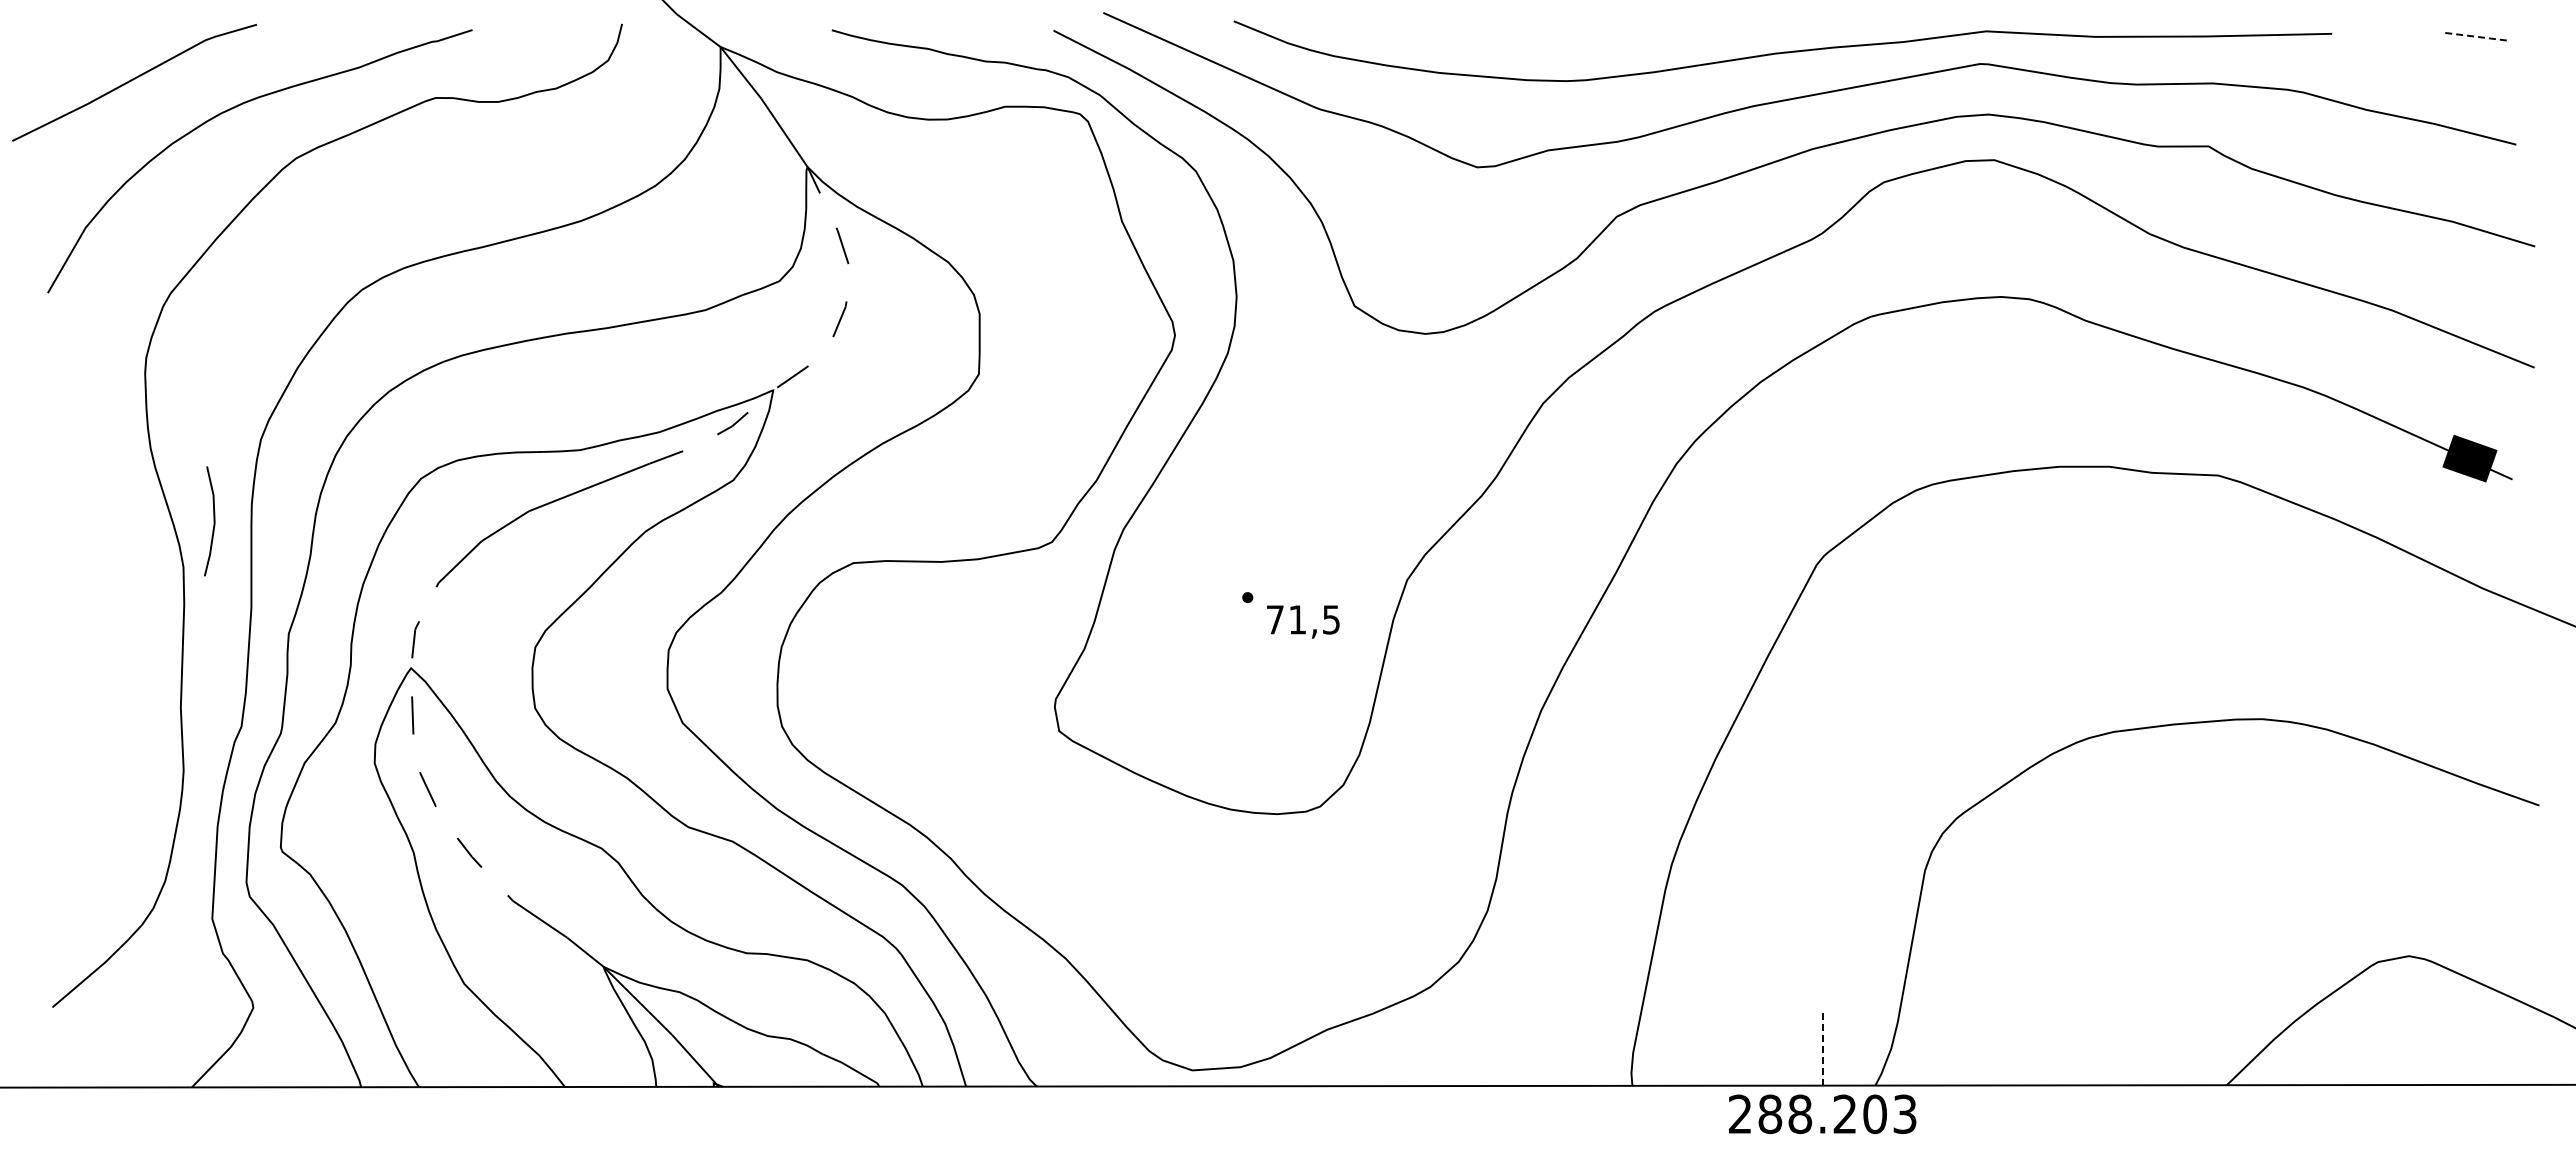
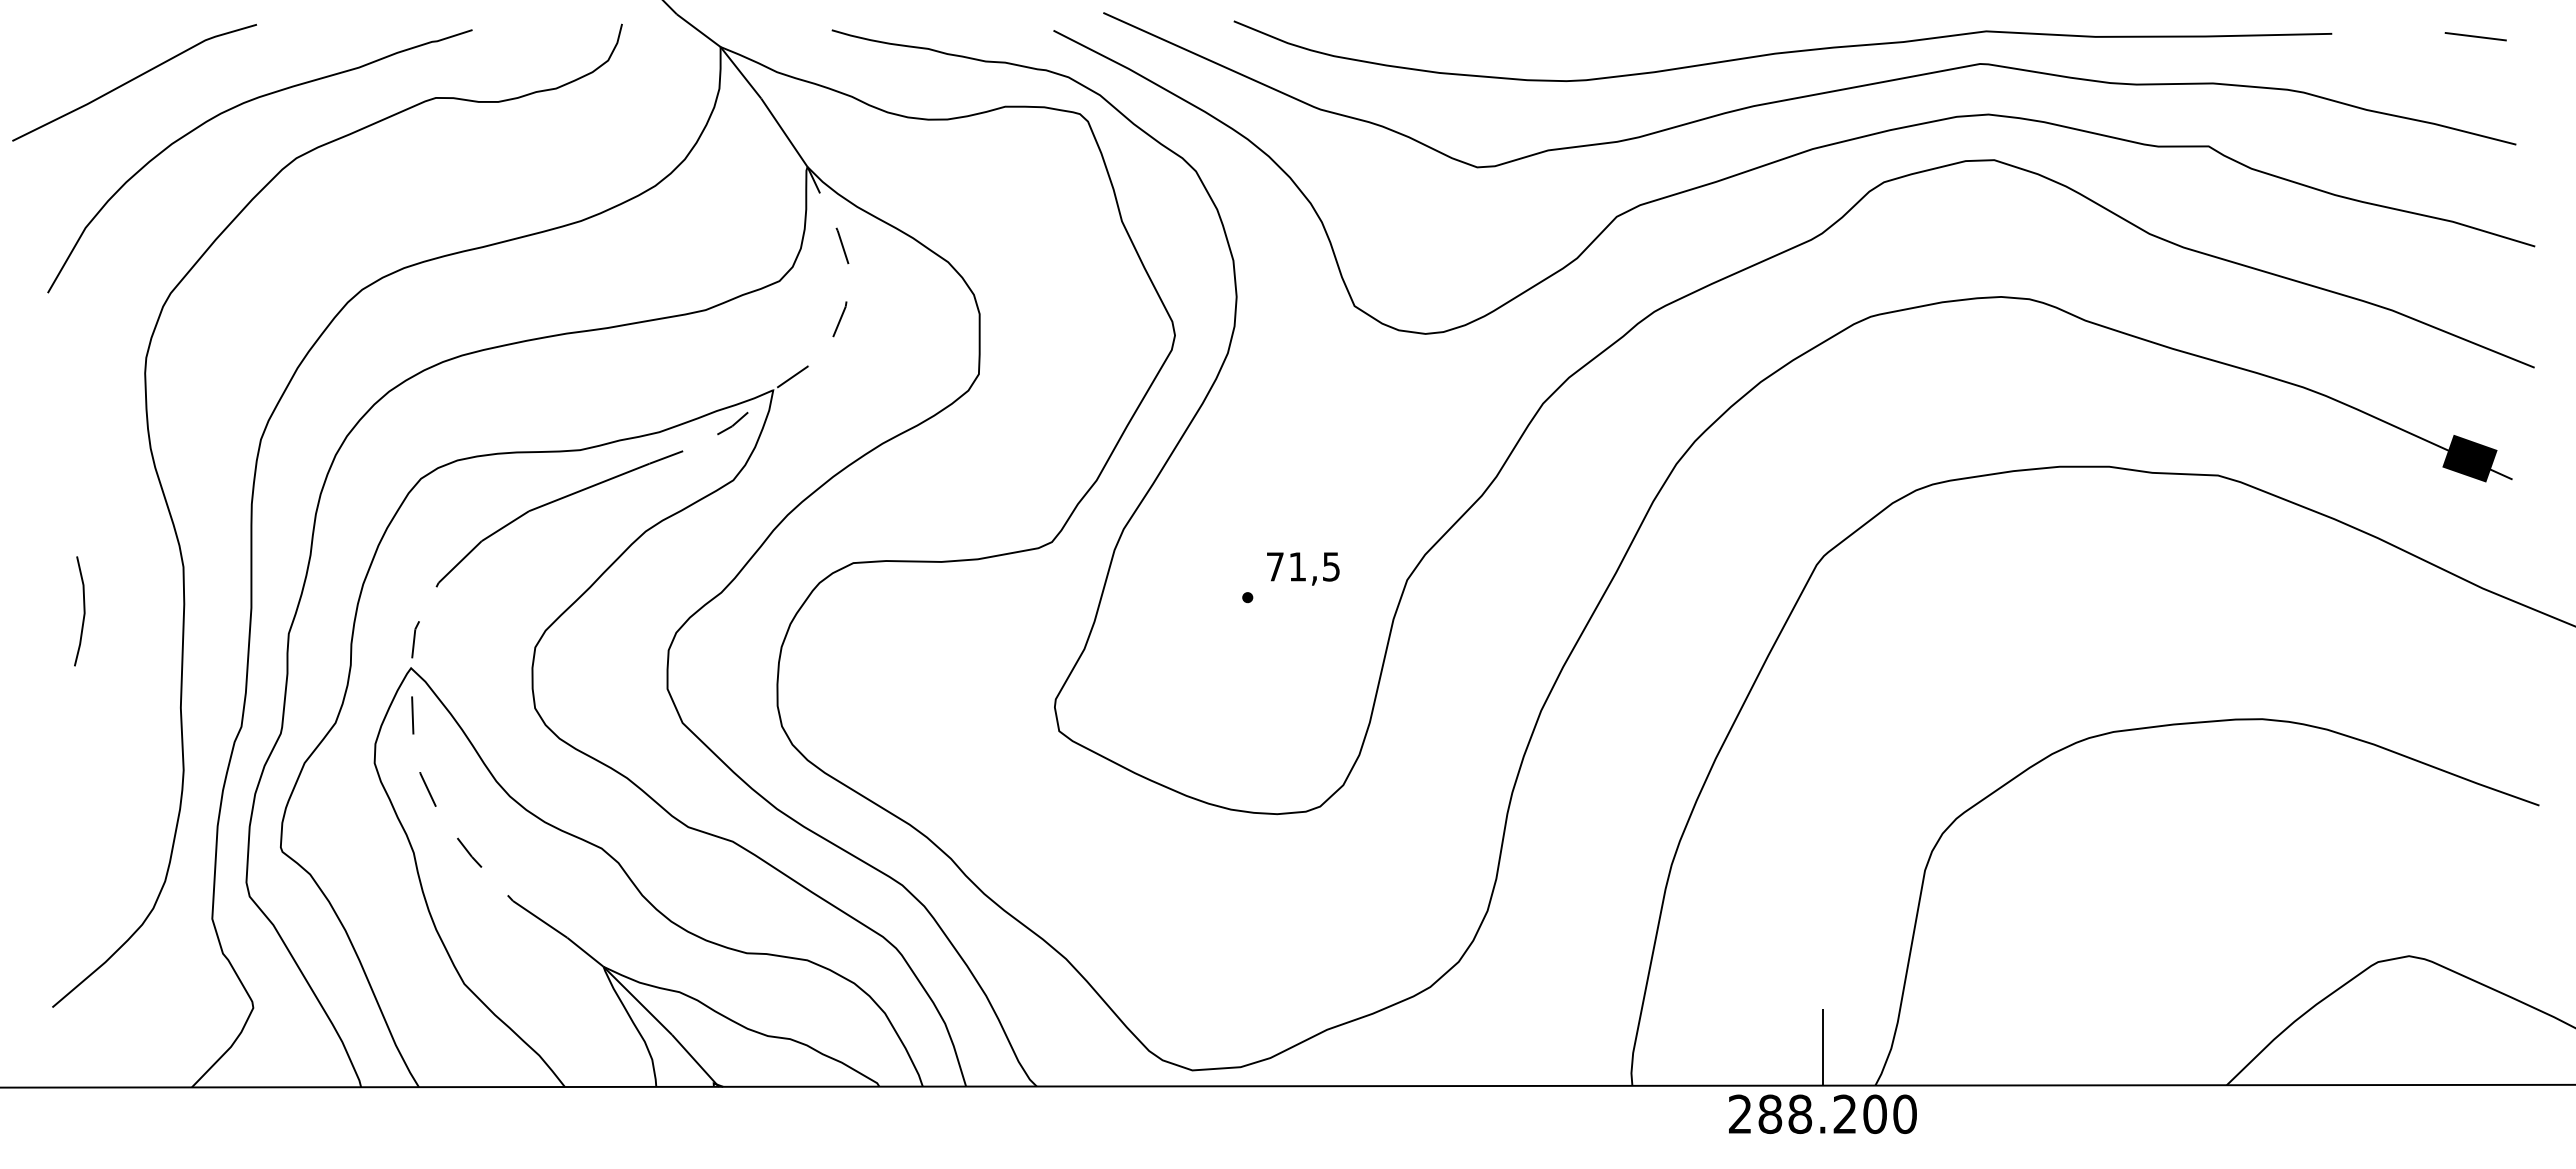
line at (2475, 36): dashed -> solid
line at (213, 521) position: (213, 521) -> (83, 611)
text at (1303, 621) position: (1303, 621) -> (1303, 568)
line at (1822, 1047): dashed -> solid
text at (1904, 1114): 288.203 -> 288.200
